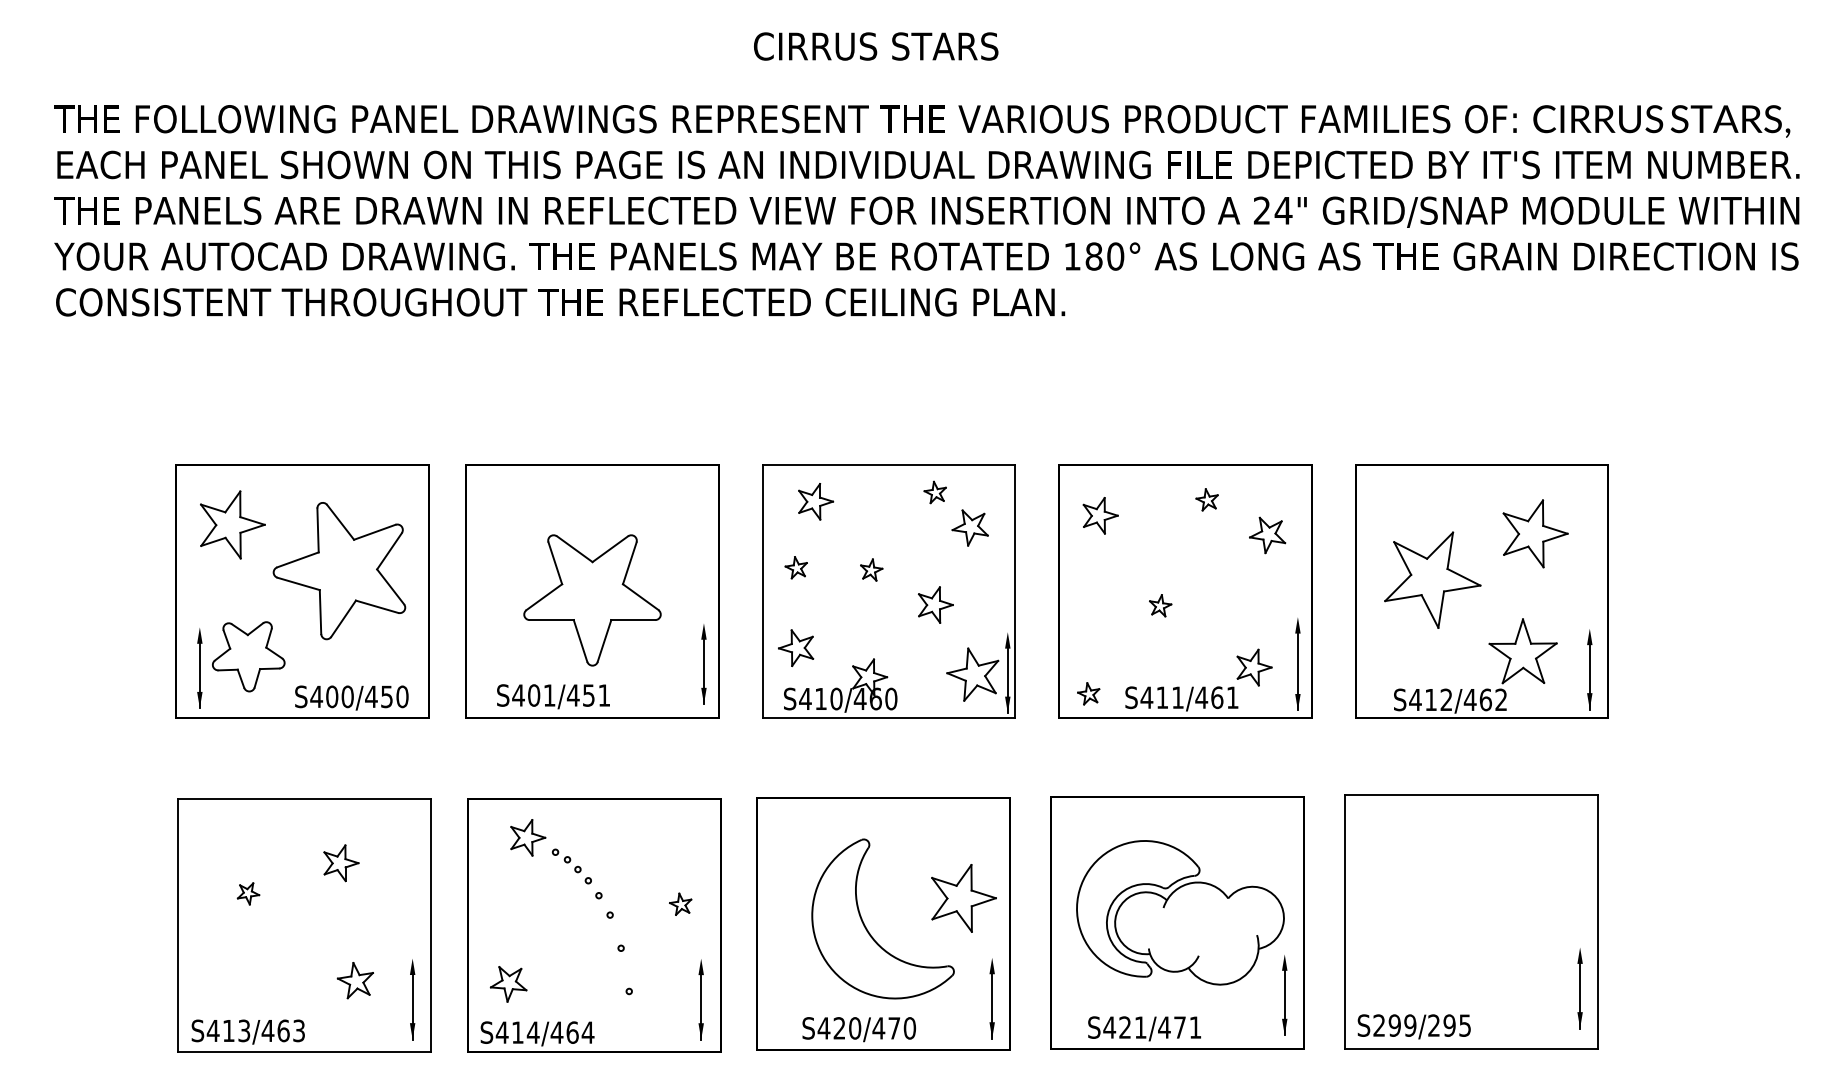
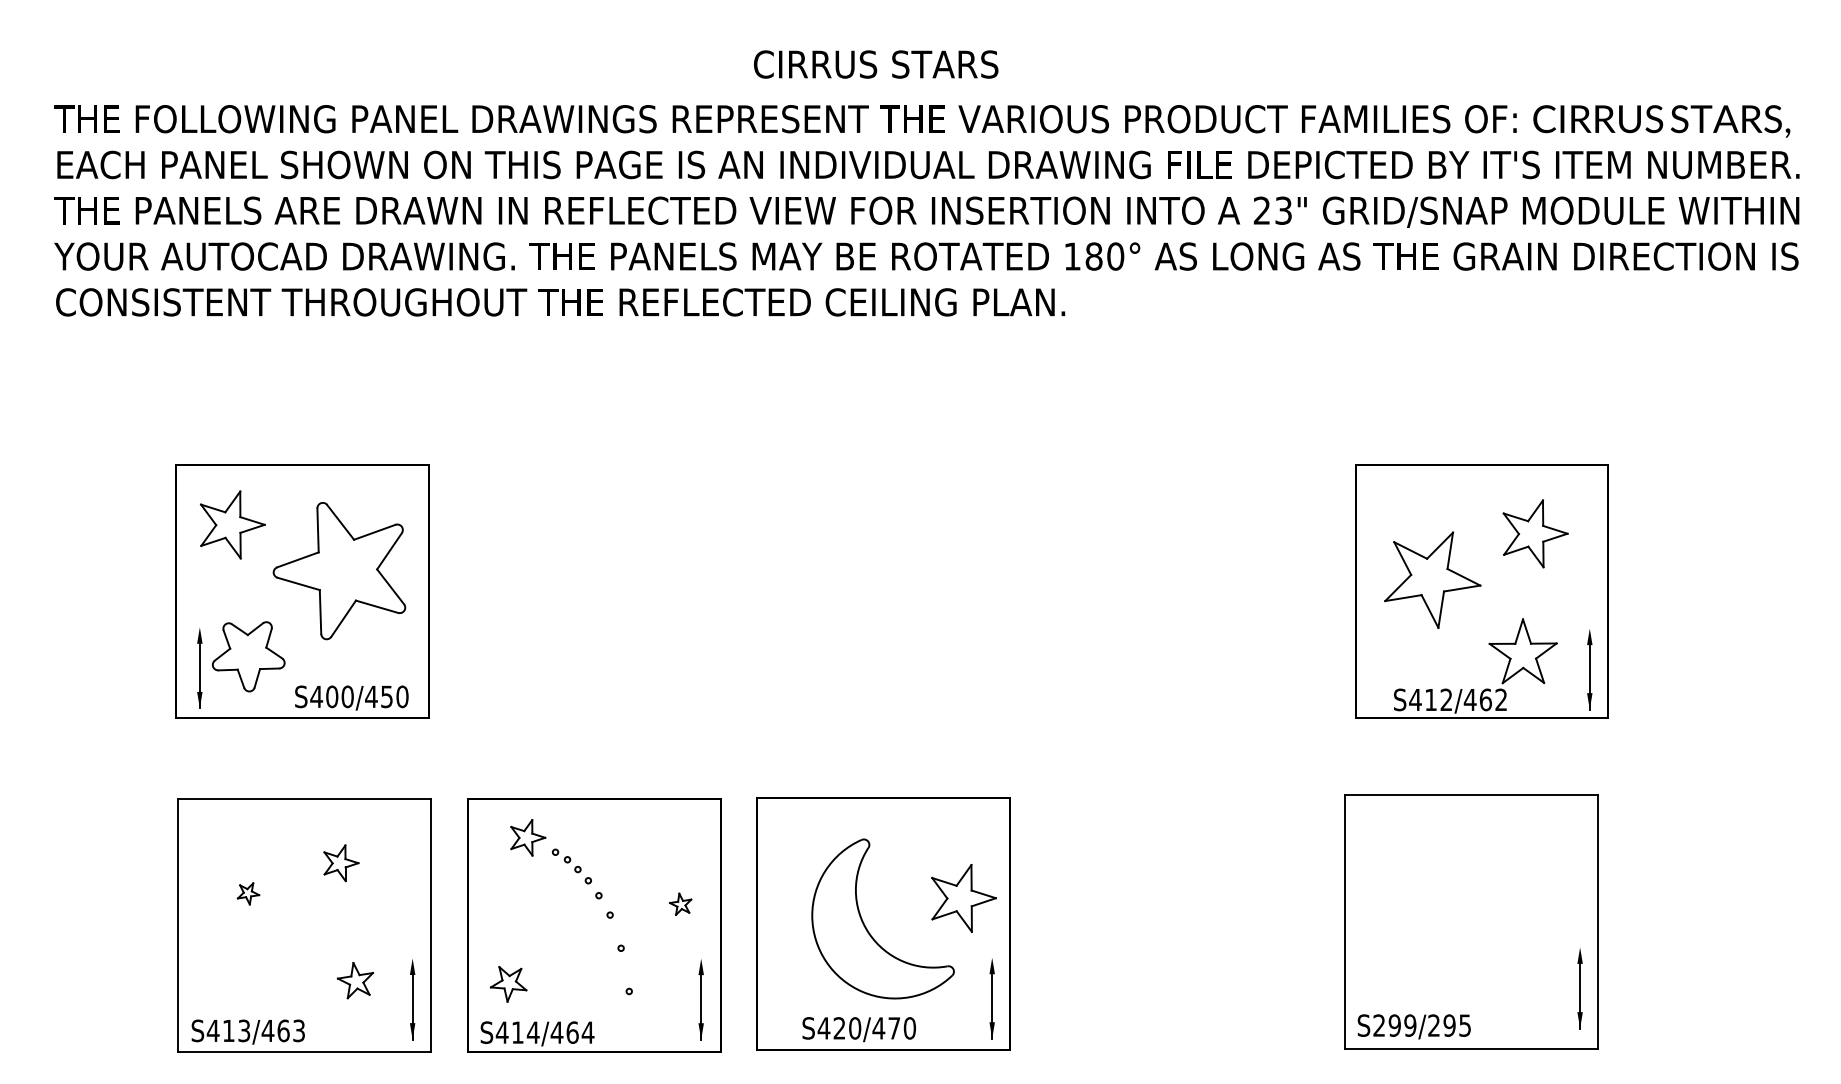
text at (876, 46) position: (876, 46) -> (876, 64)
text at (1283, 210): 24" -> 23"
part at (592, 591): present -> none
part at (888, 591): present -> none
part at (1185, 591): present -> none
part at (1177, 922): present -> none
